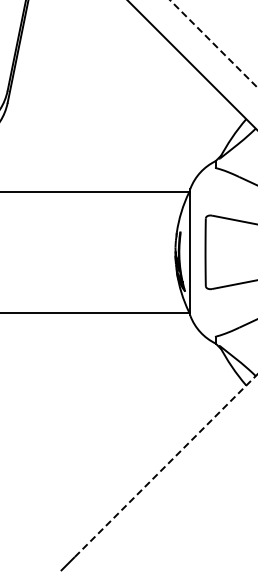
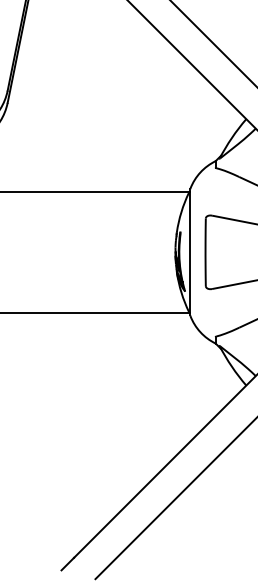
line at (213, 44): dashed -> solid
line at (165, 466): dashed -> solid
line at (174, 499): none -> present
